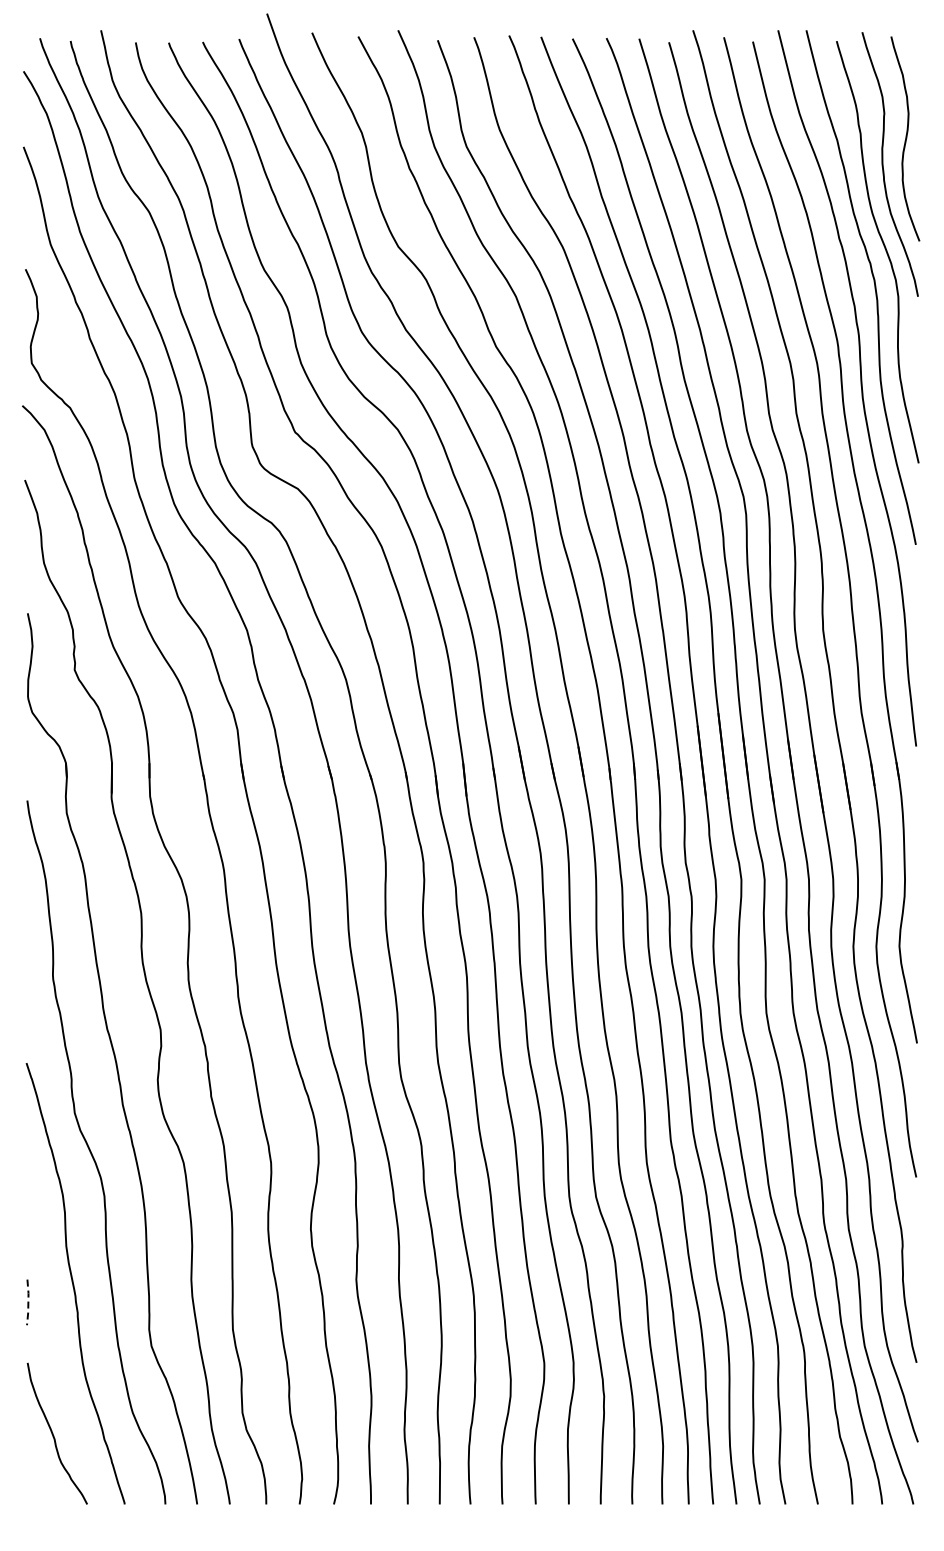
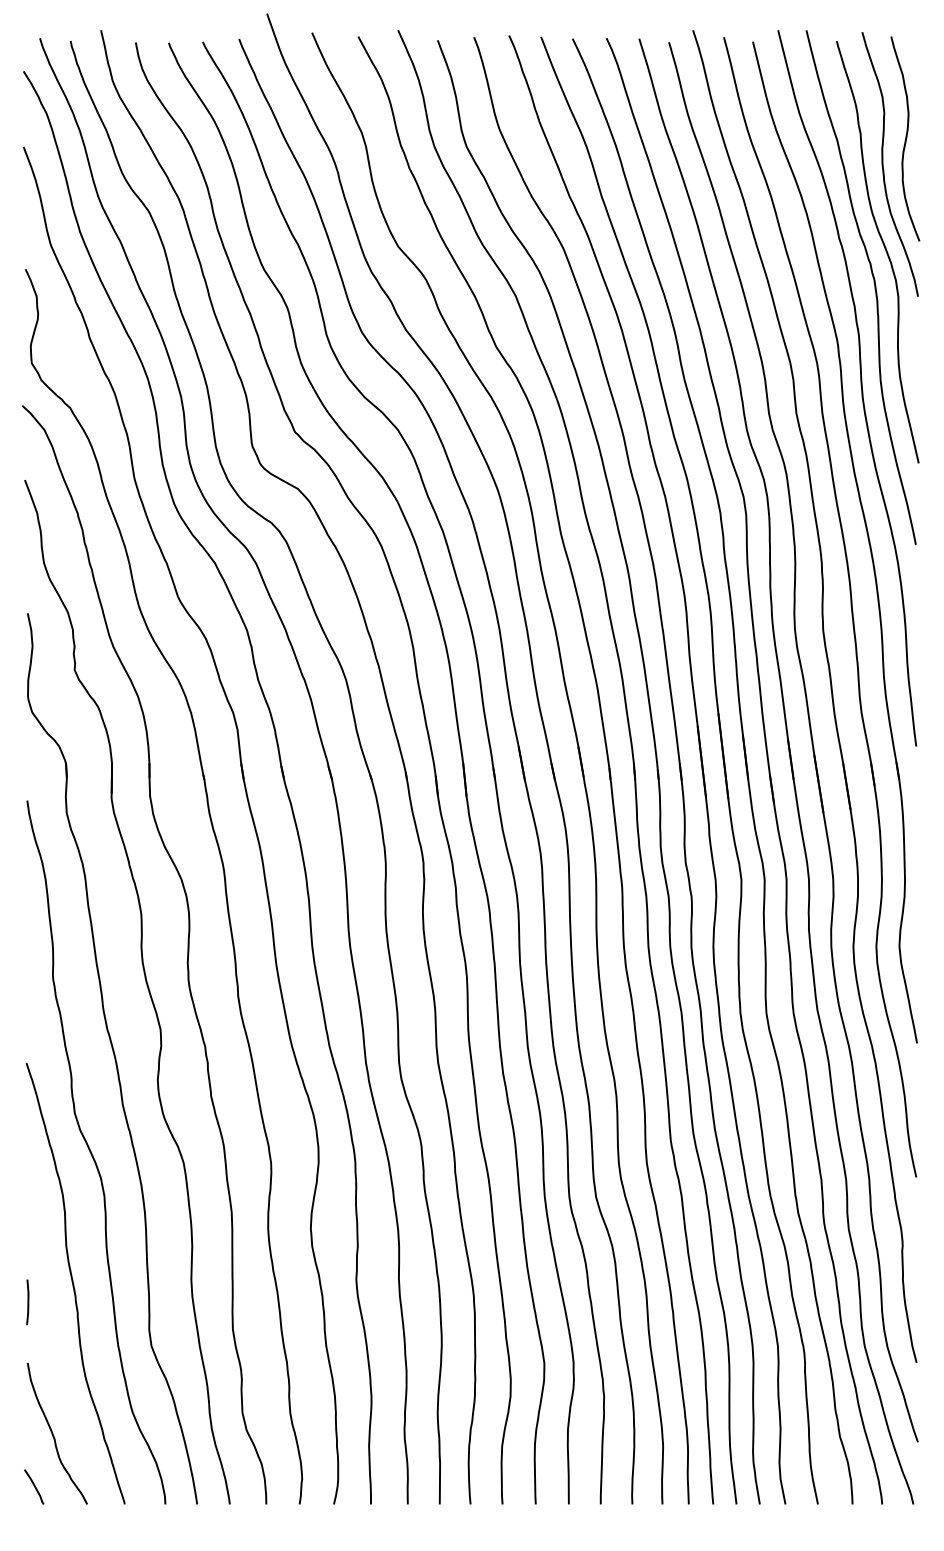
line at (28, 1303): dashed -> solid
line at (34, 1486): none -> present
